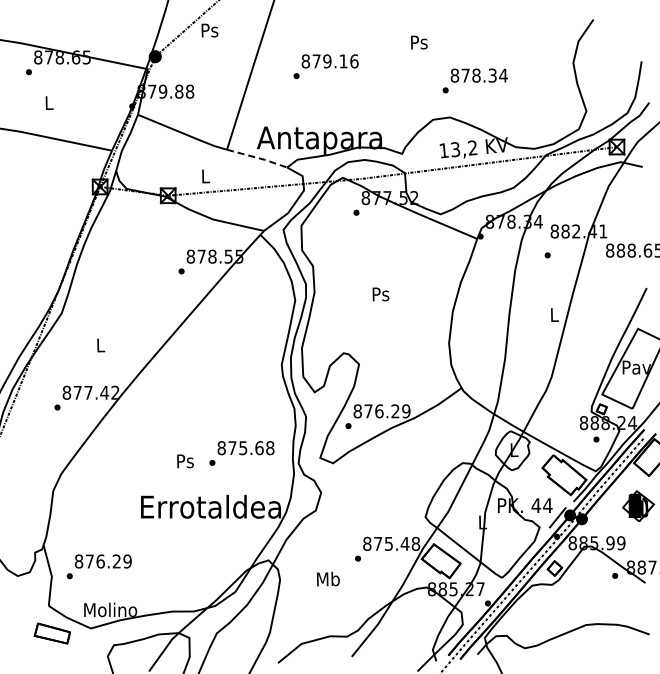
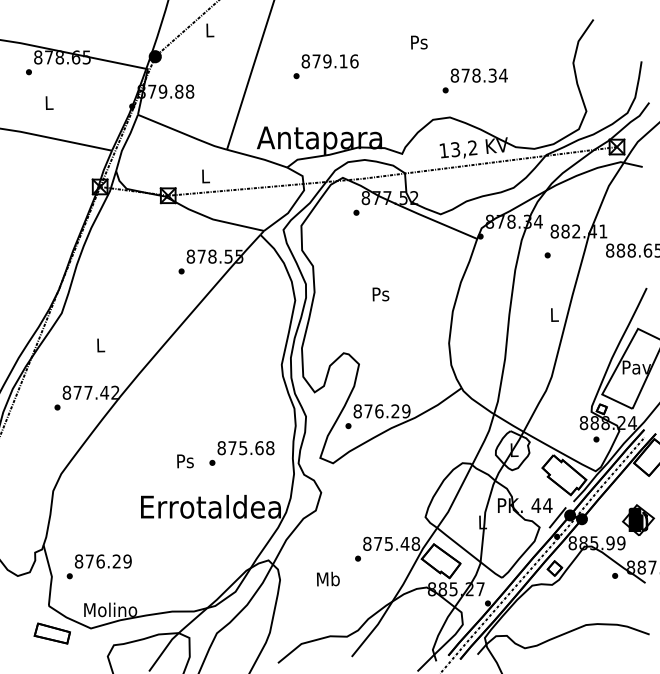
text at (209, 30): Ps -> L
line at (258, 158): dashed -> solid
part at (638, 506) position: (638, 506) -> (638, 520)
